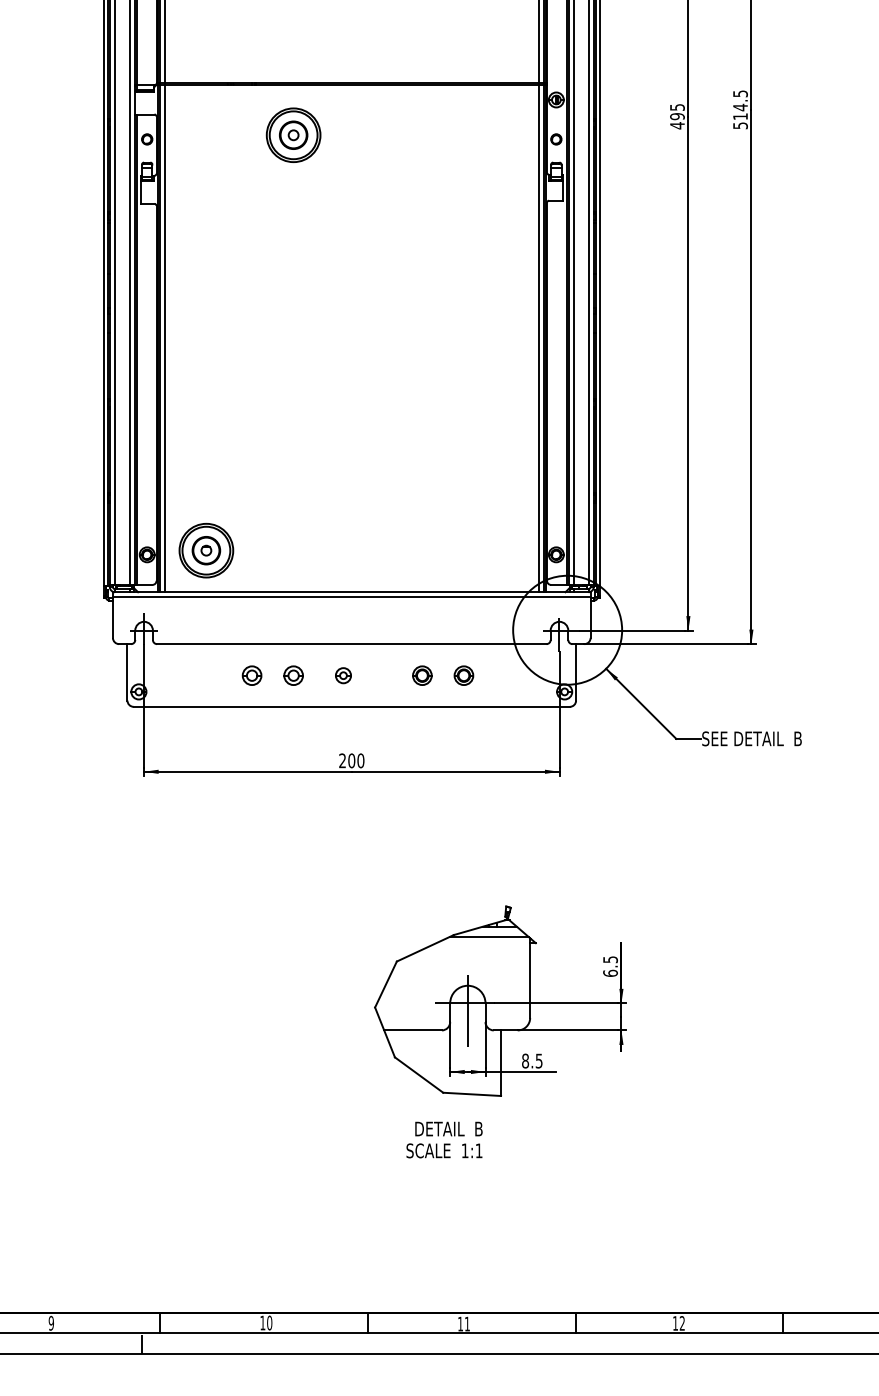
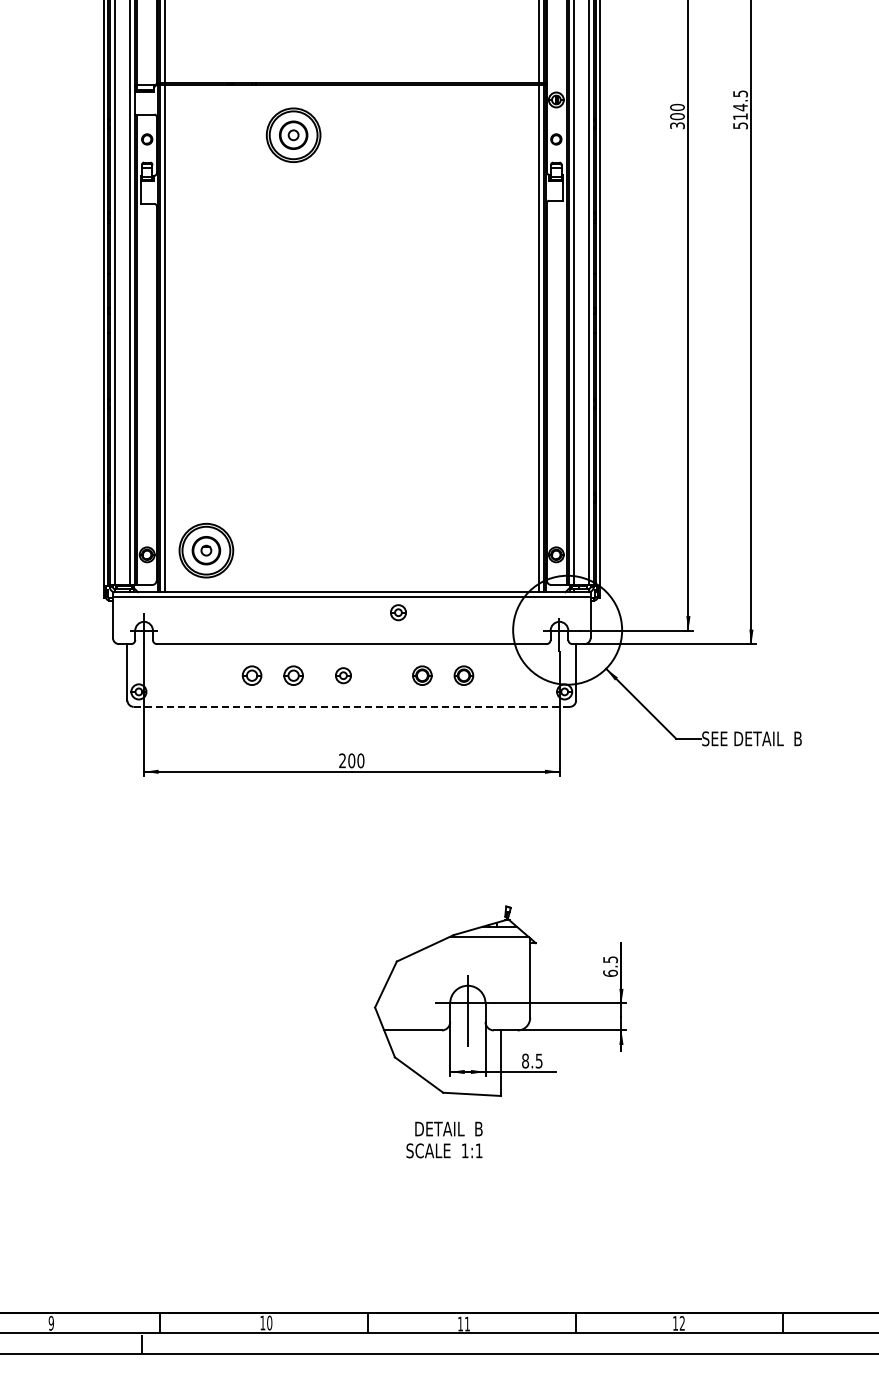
text at (677, 116): 495 -> 300
part at (398, 612): none -> present
line at (351, 706): solid -> dashed
